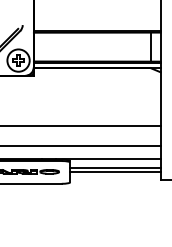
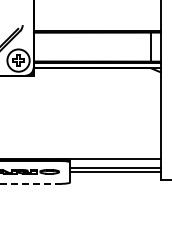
line at (81, 125): present -> none
line at (81, 145): present -> none
line at (30, 183): solid -> dashed
